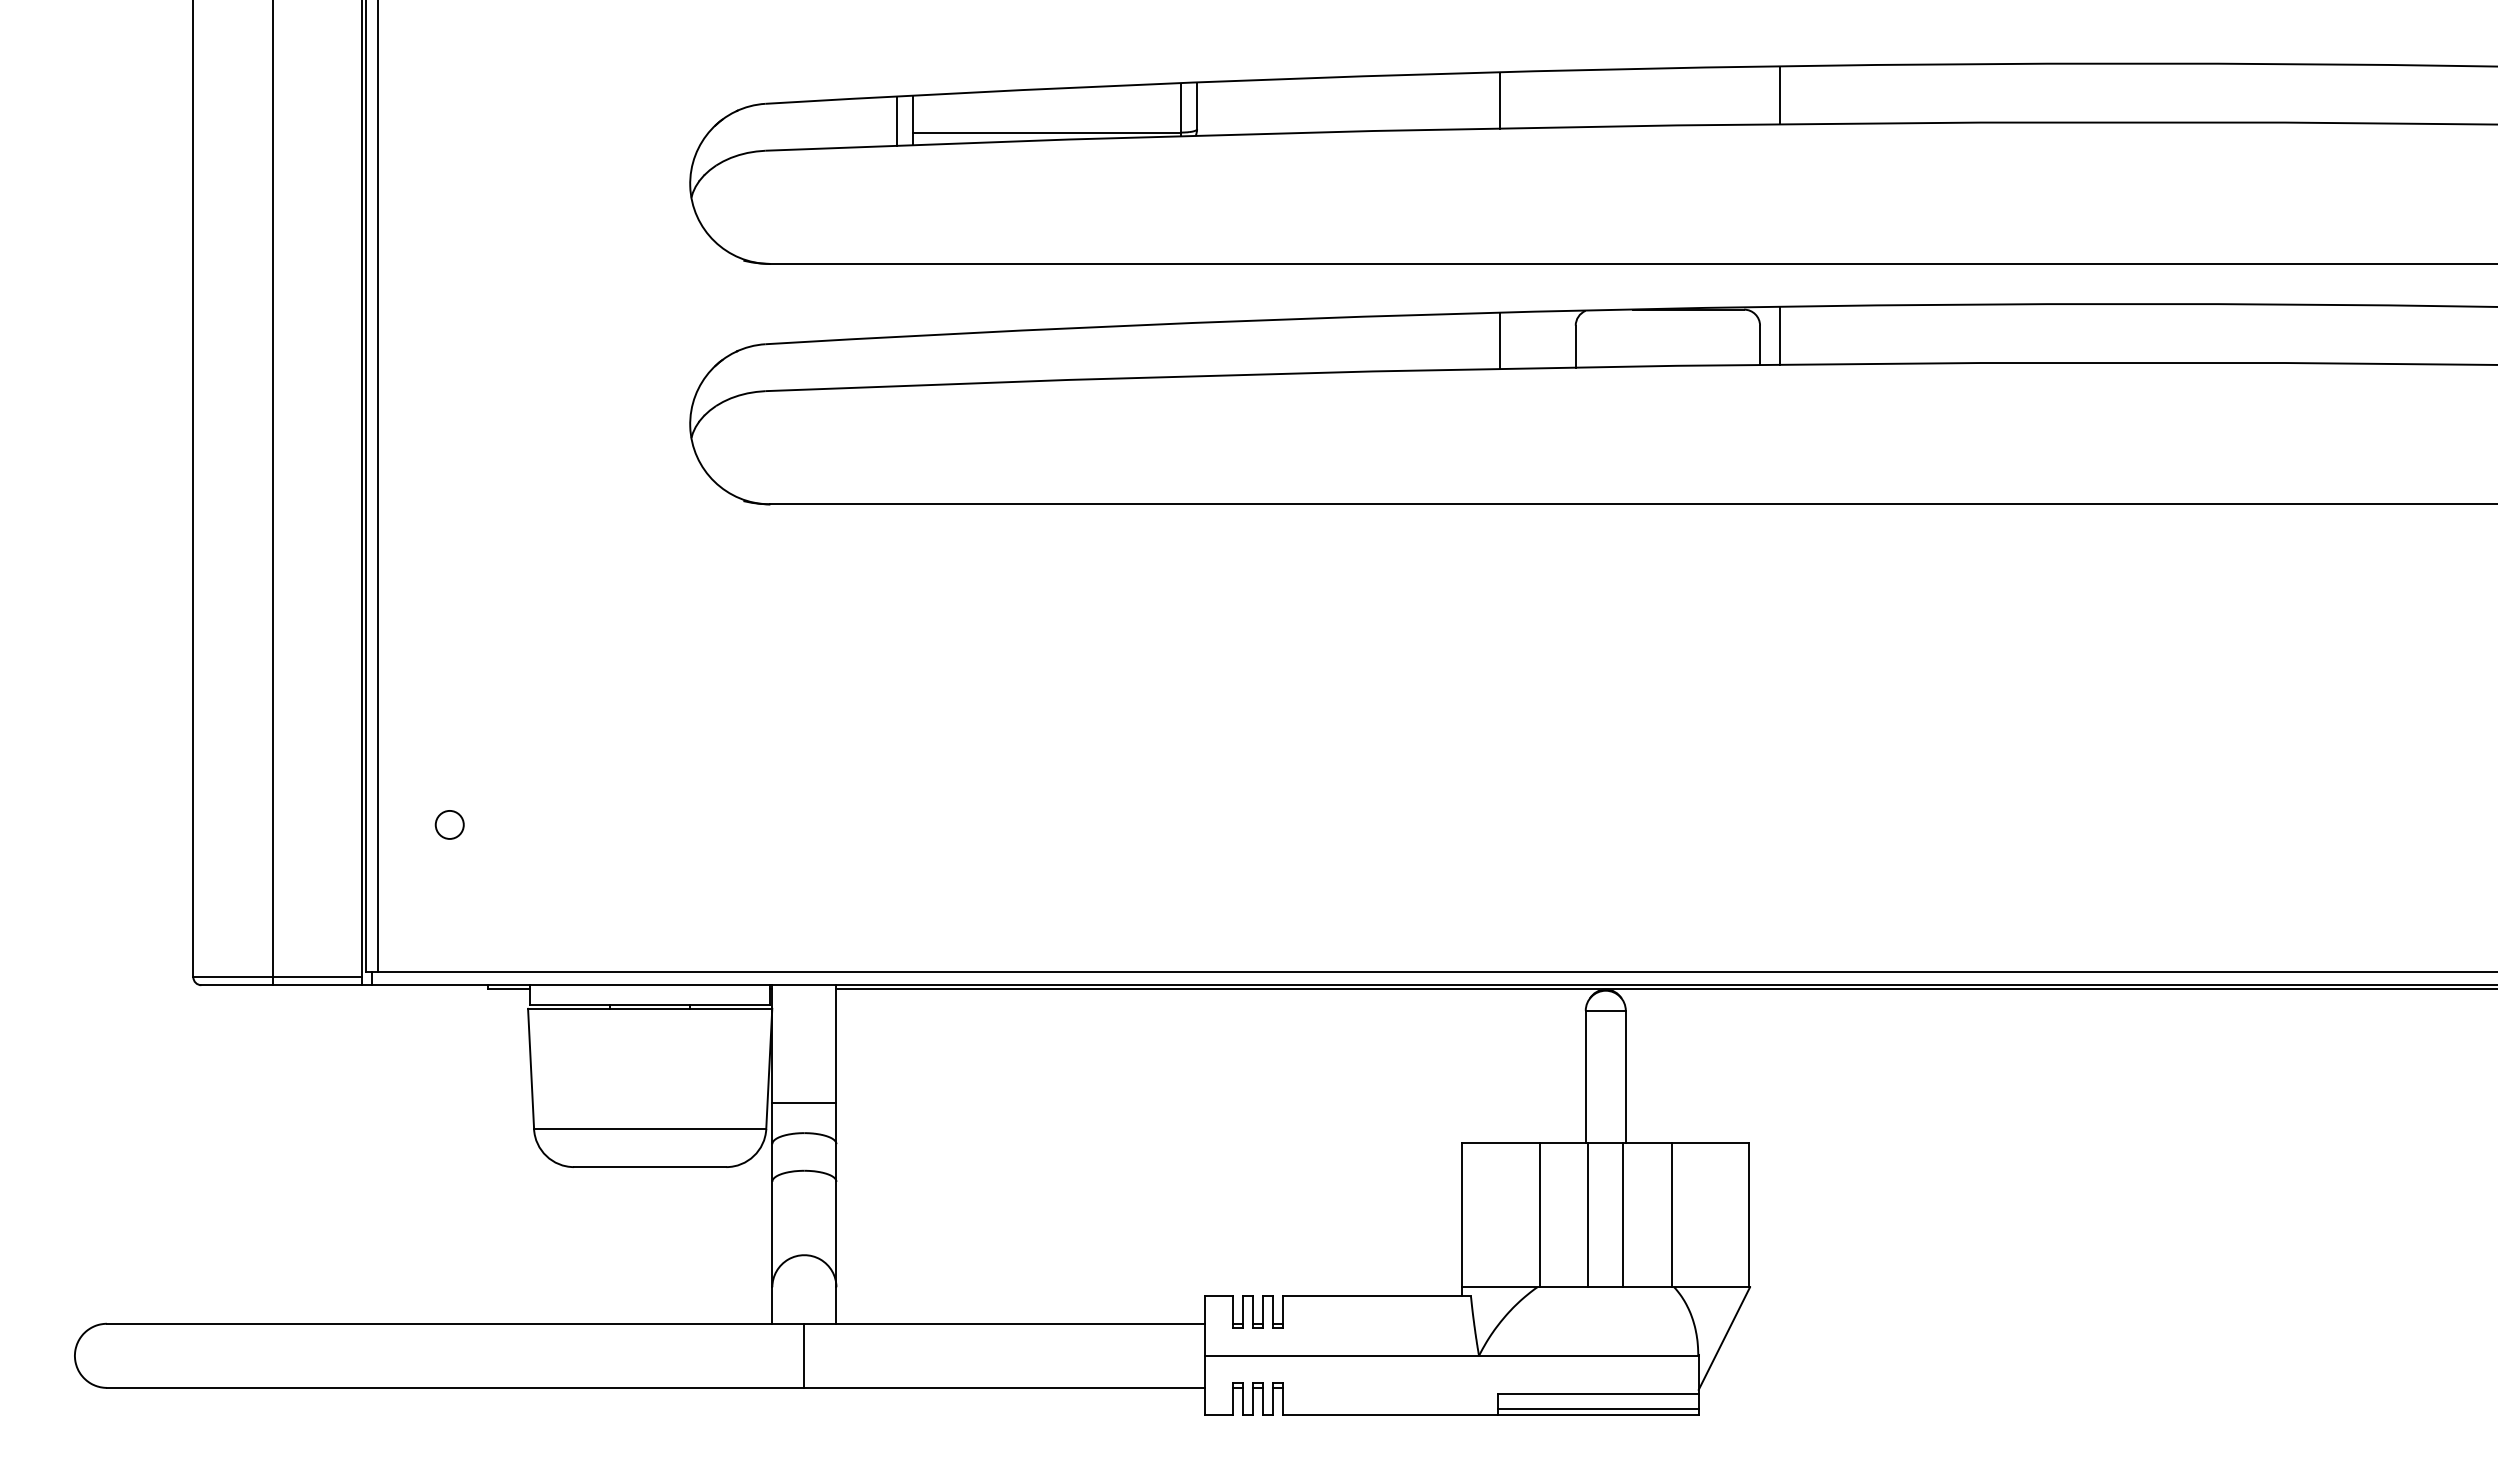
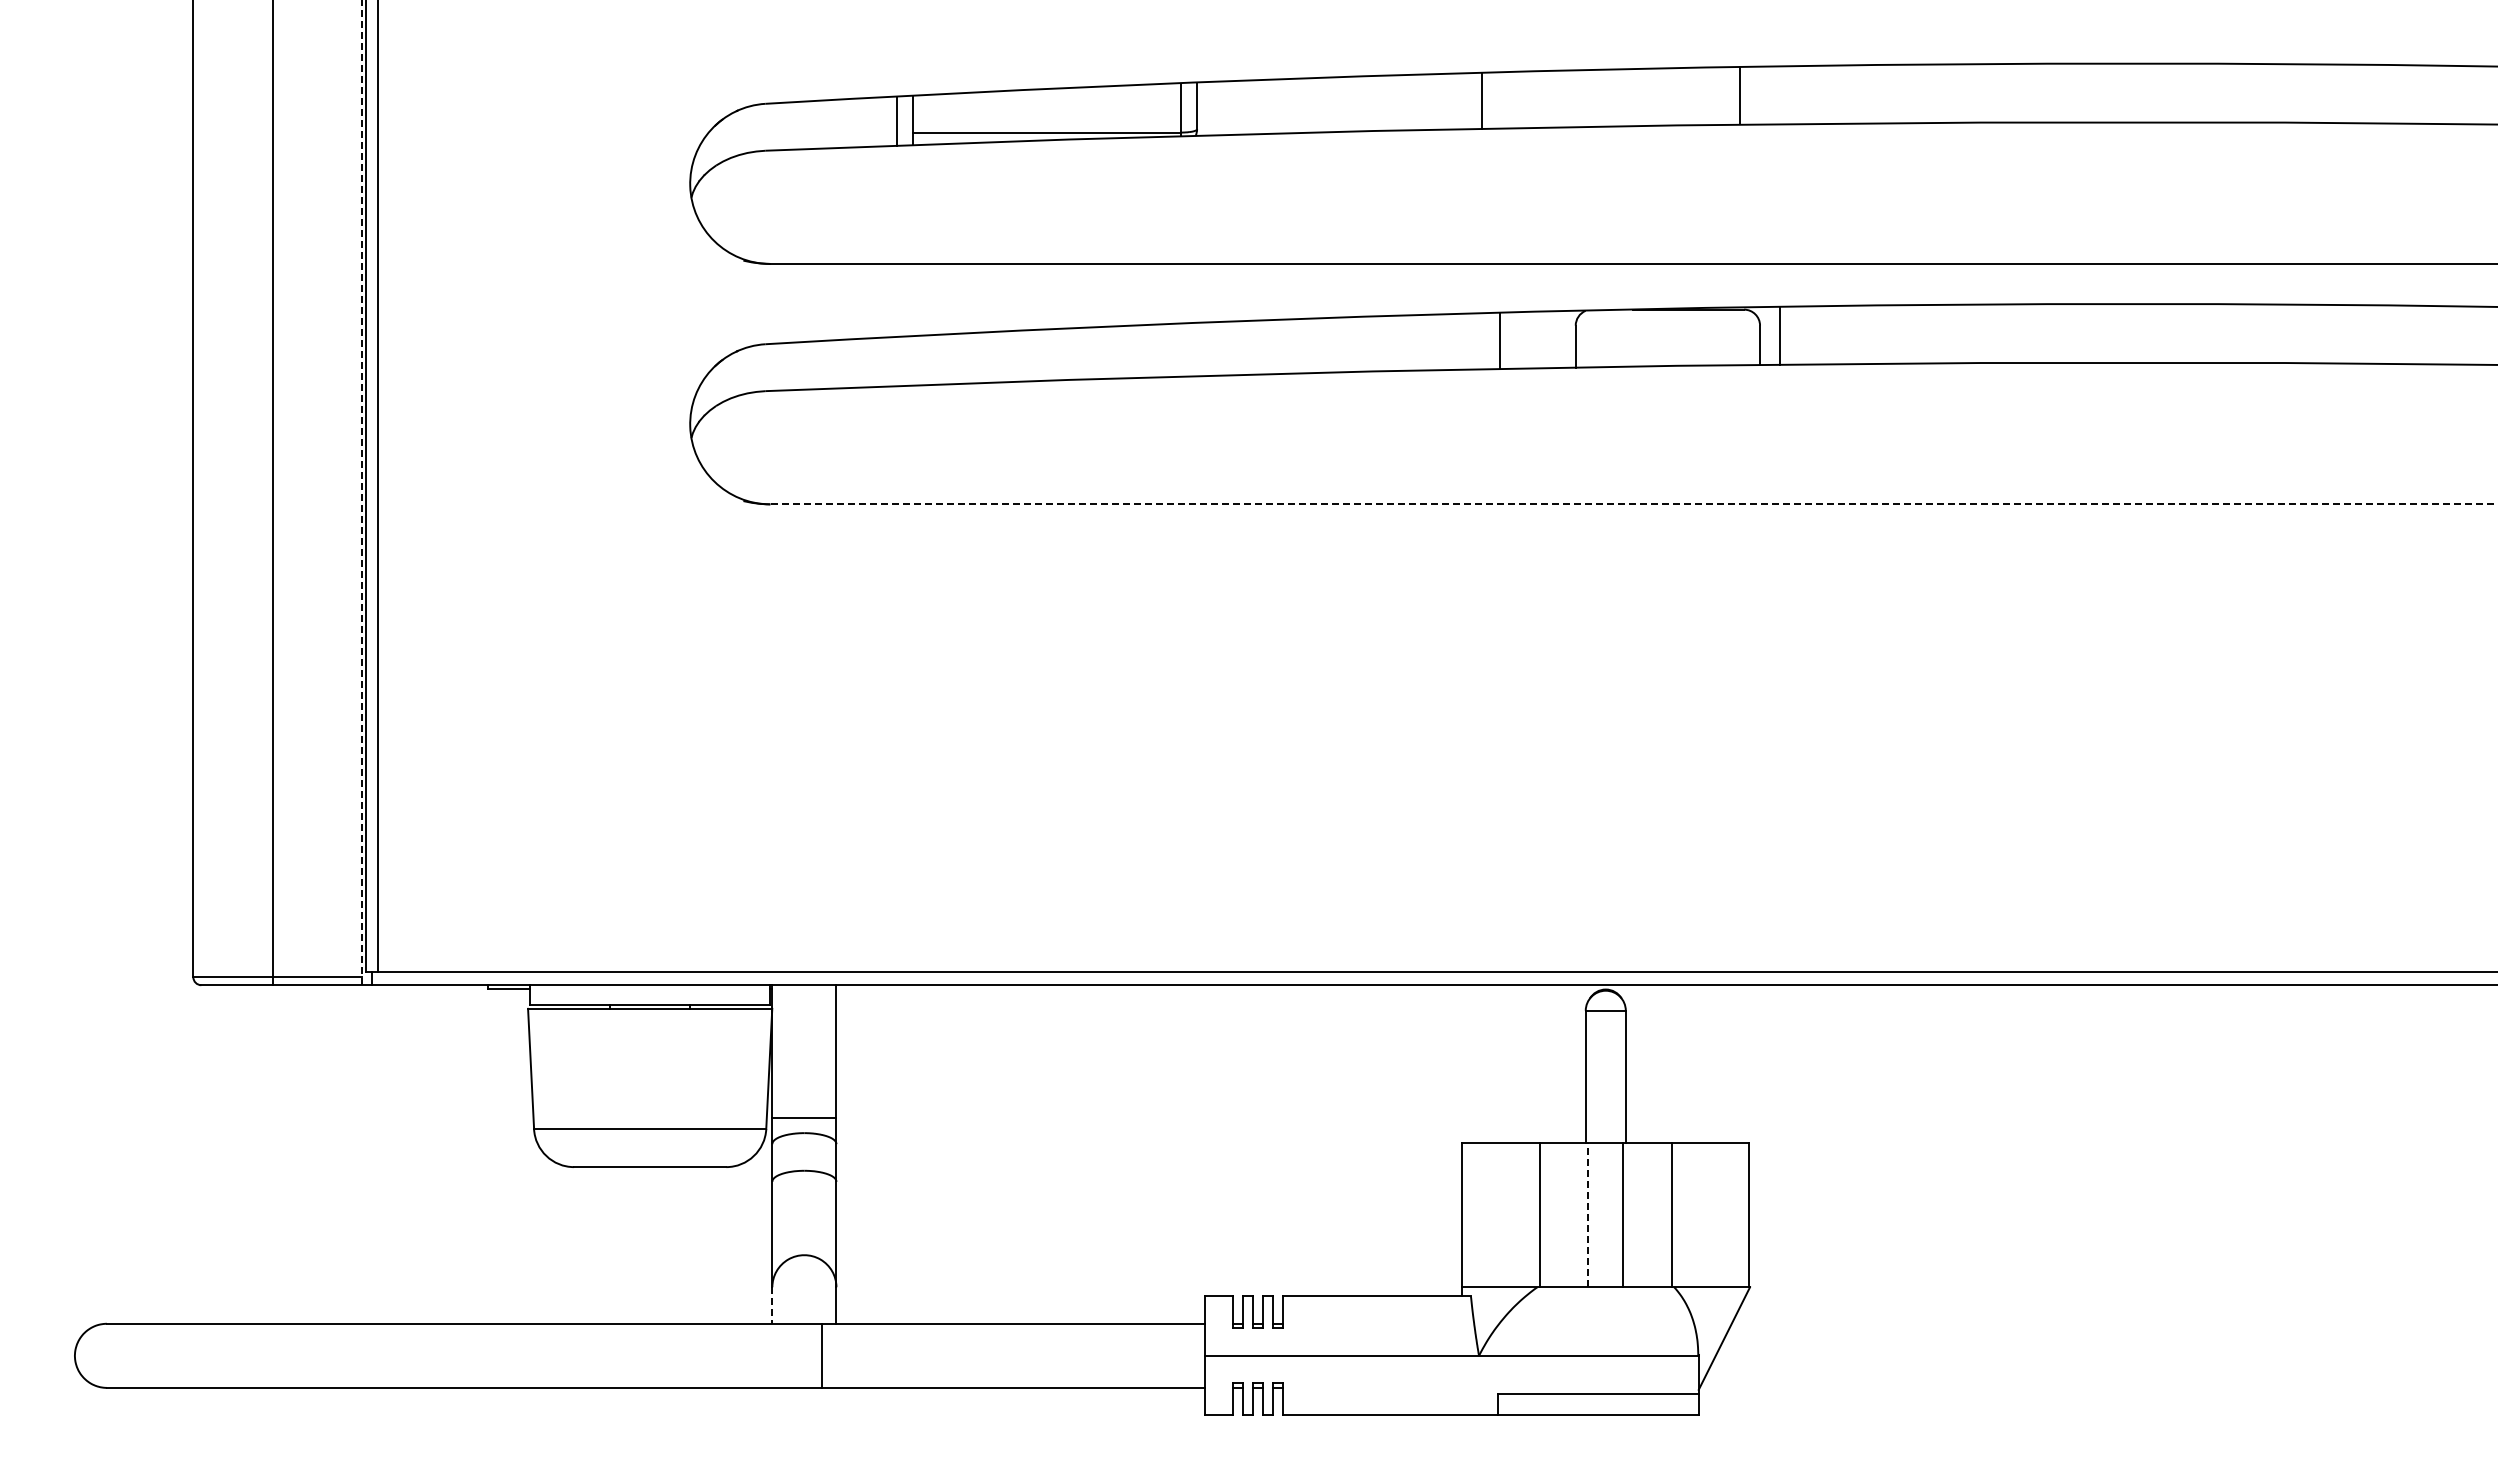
line at (1780, 95) position: (1780, 95) -> (1740, 95)
line at (1499, 100) position: (1499, 100) -> (1481, 100)
line at (361, 492): solid -> dashed
line at (1633, 504): solid -> dashed
circle at (449, 824): present -> none
line at (1665, 989): present -> none
line at (804, 1103) position: (804, 1103) -> (804, 1118)
line at (1588, 1214): solid -> dashed
line at (772, 1306): solid -> dashed
line at (804, 1355) position: (804, 1355) -> (822, 1355)
line at (1598, 1409): present -> none
